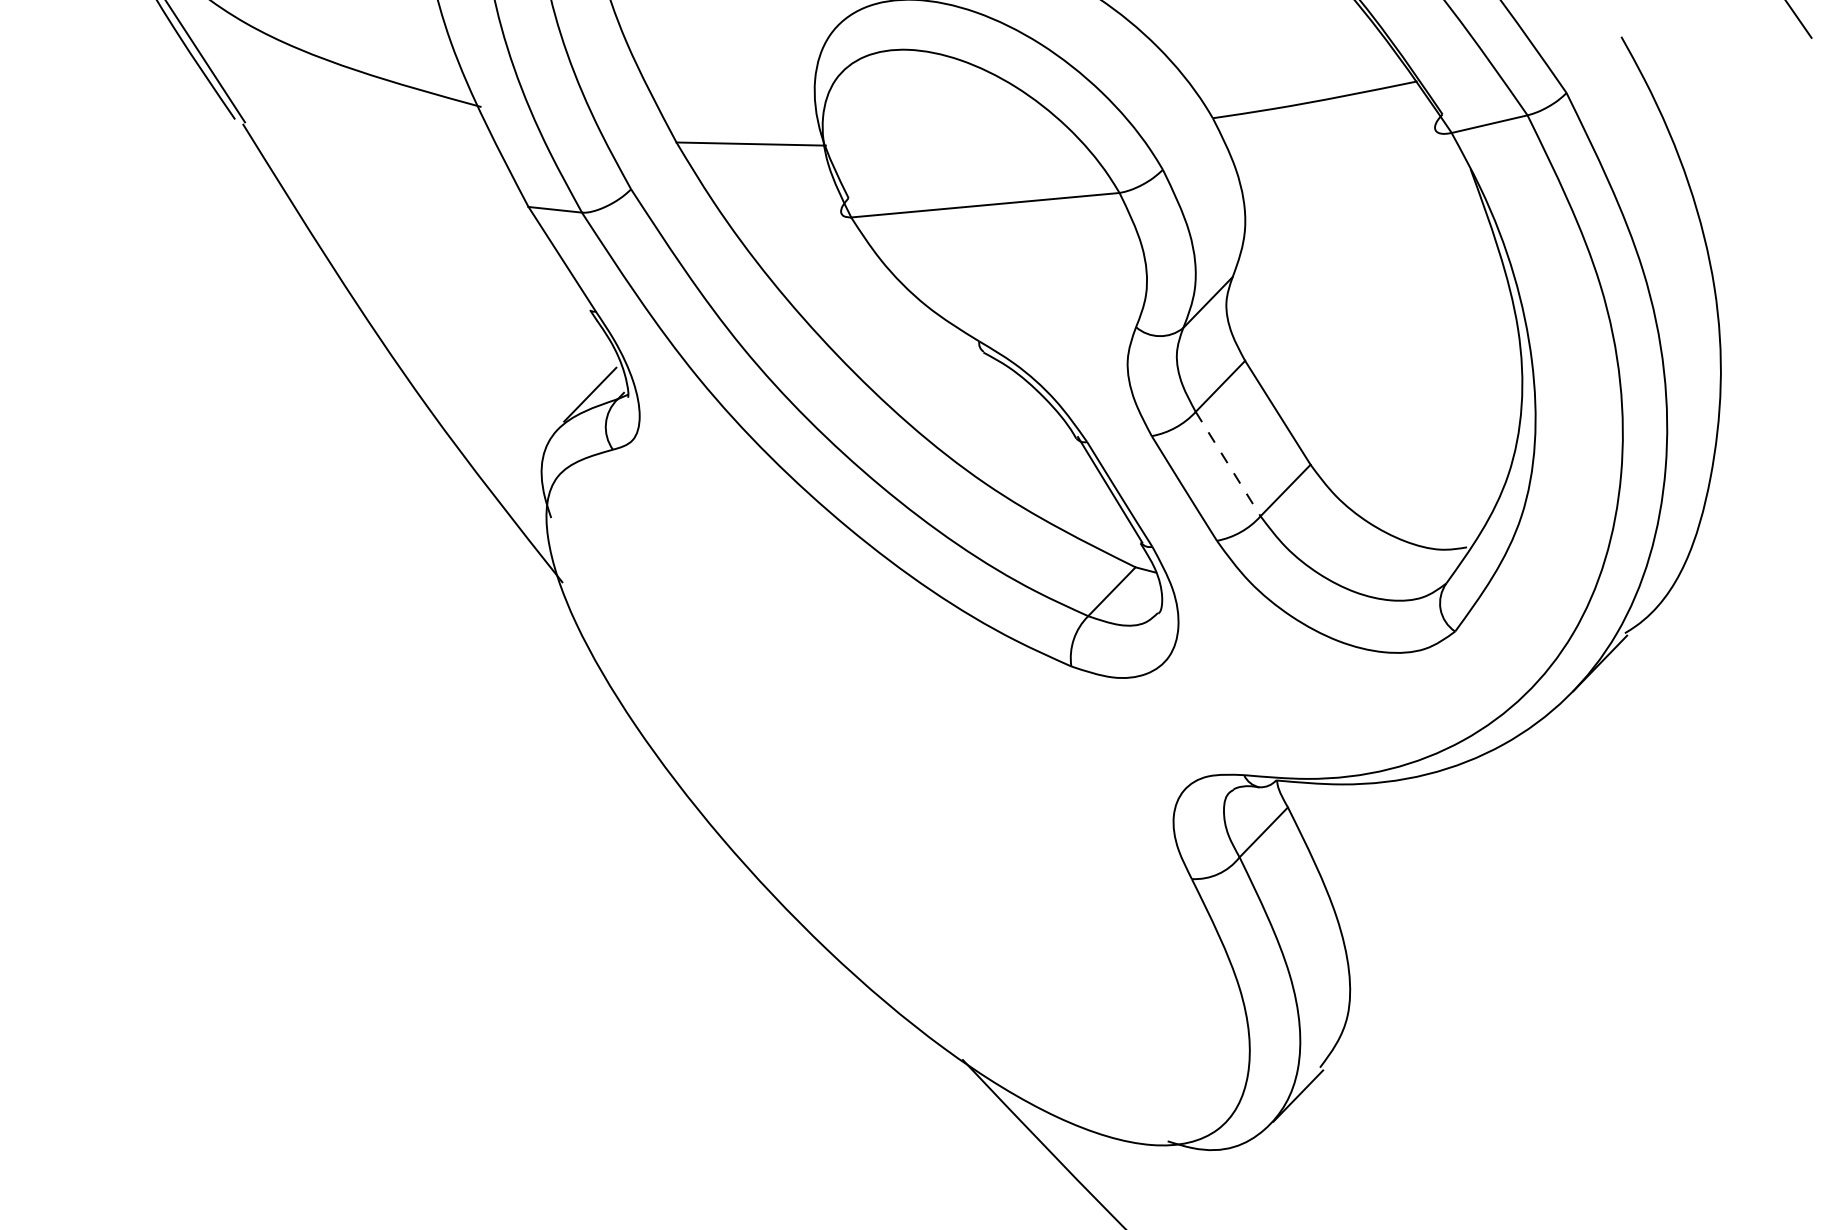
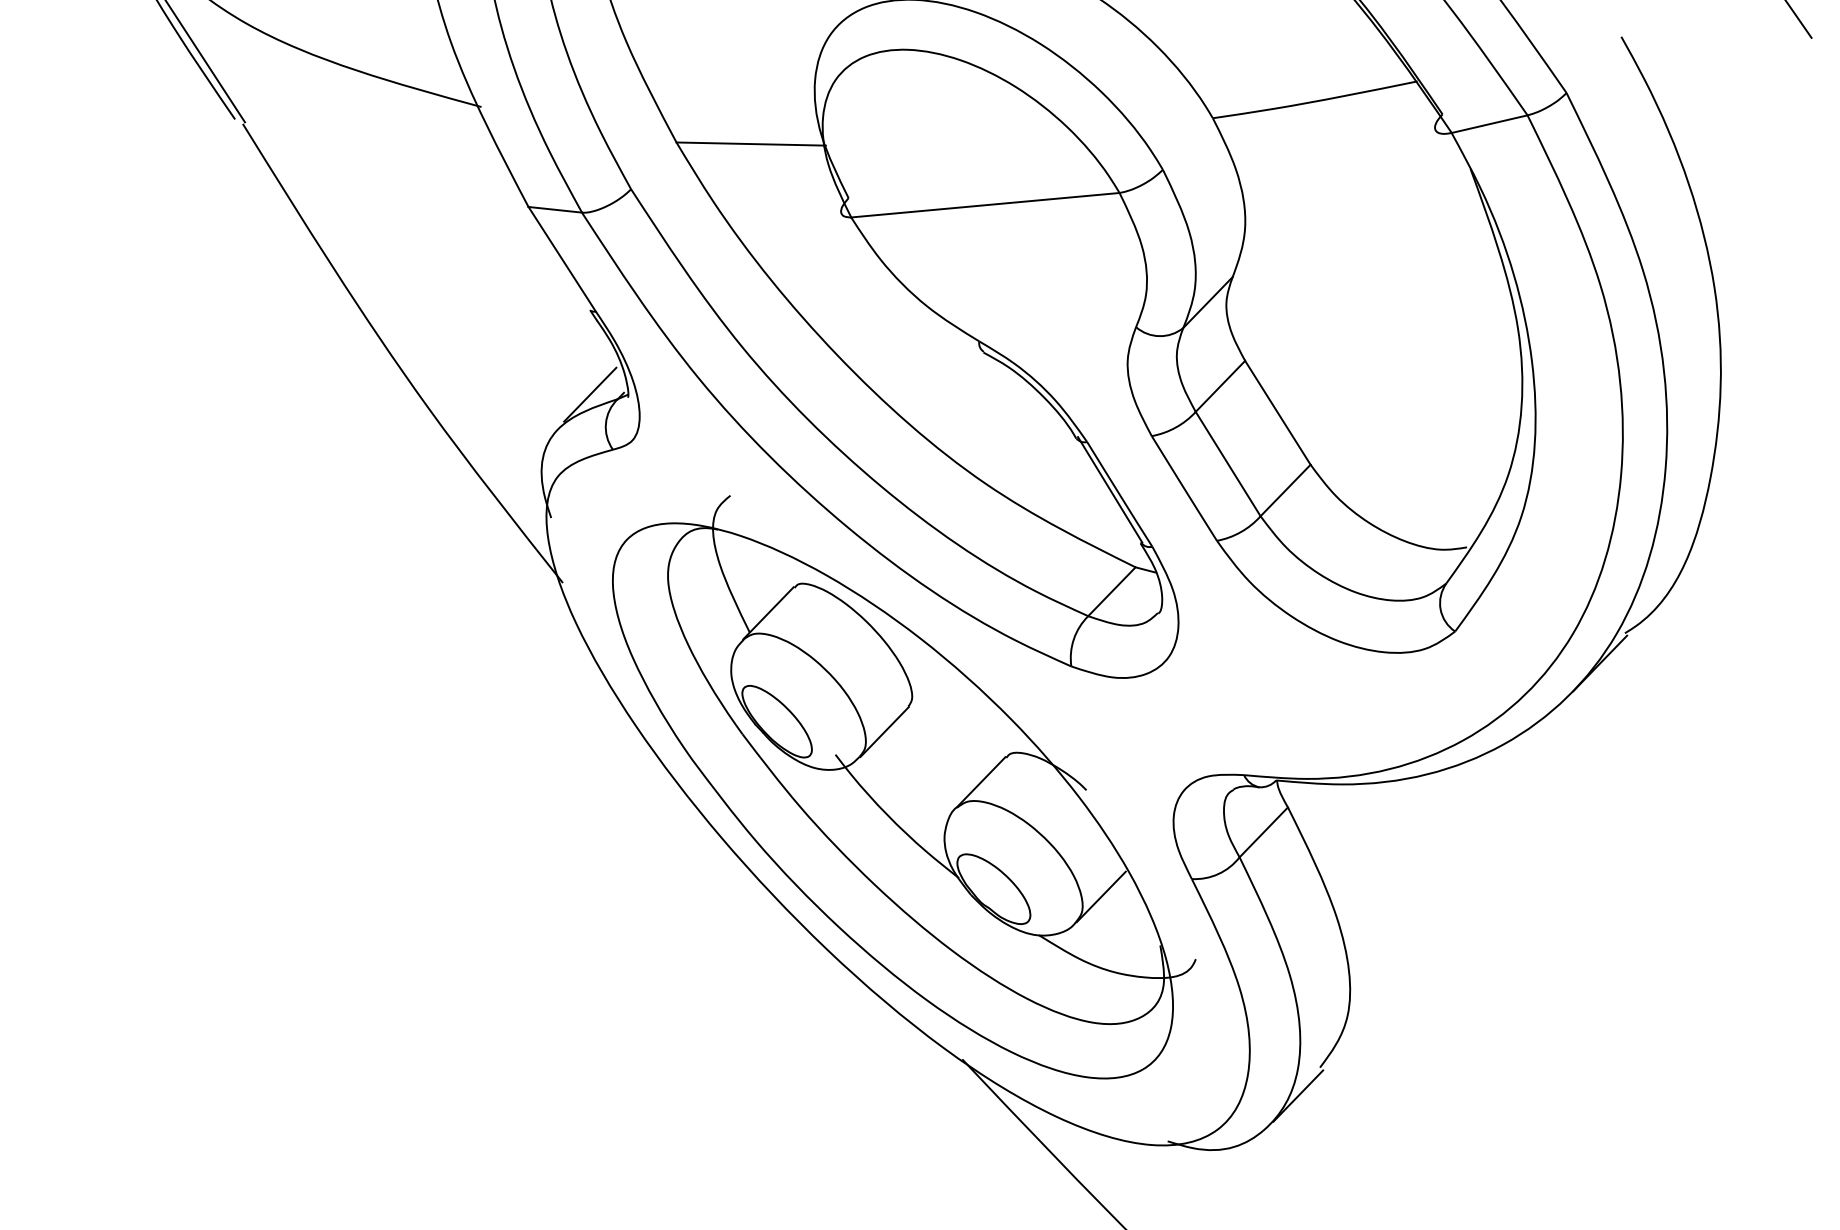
line at (1228, 464): dashed -> solid
part at (904, 787): none -> present
